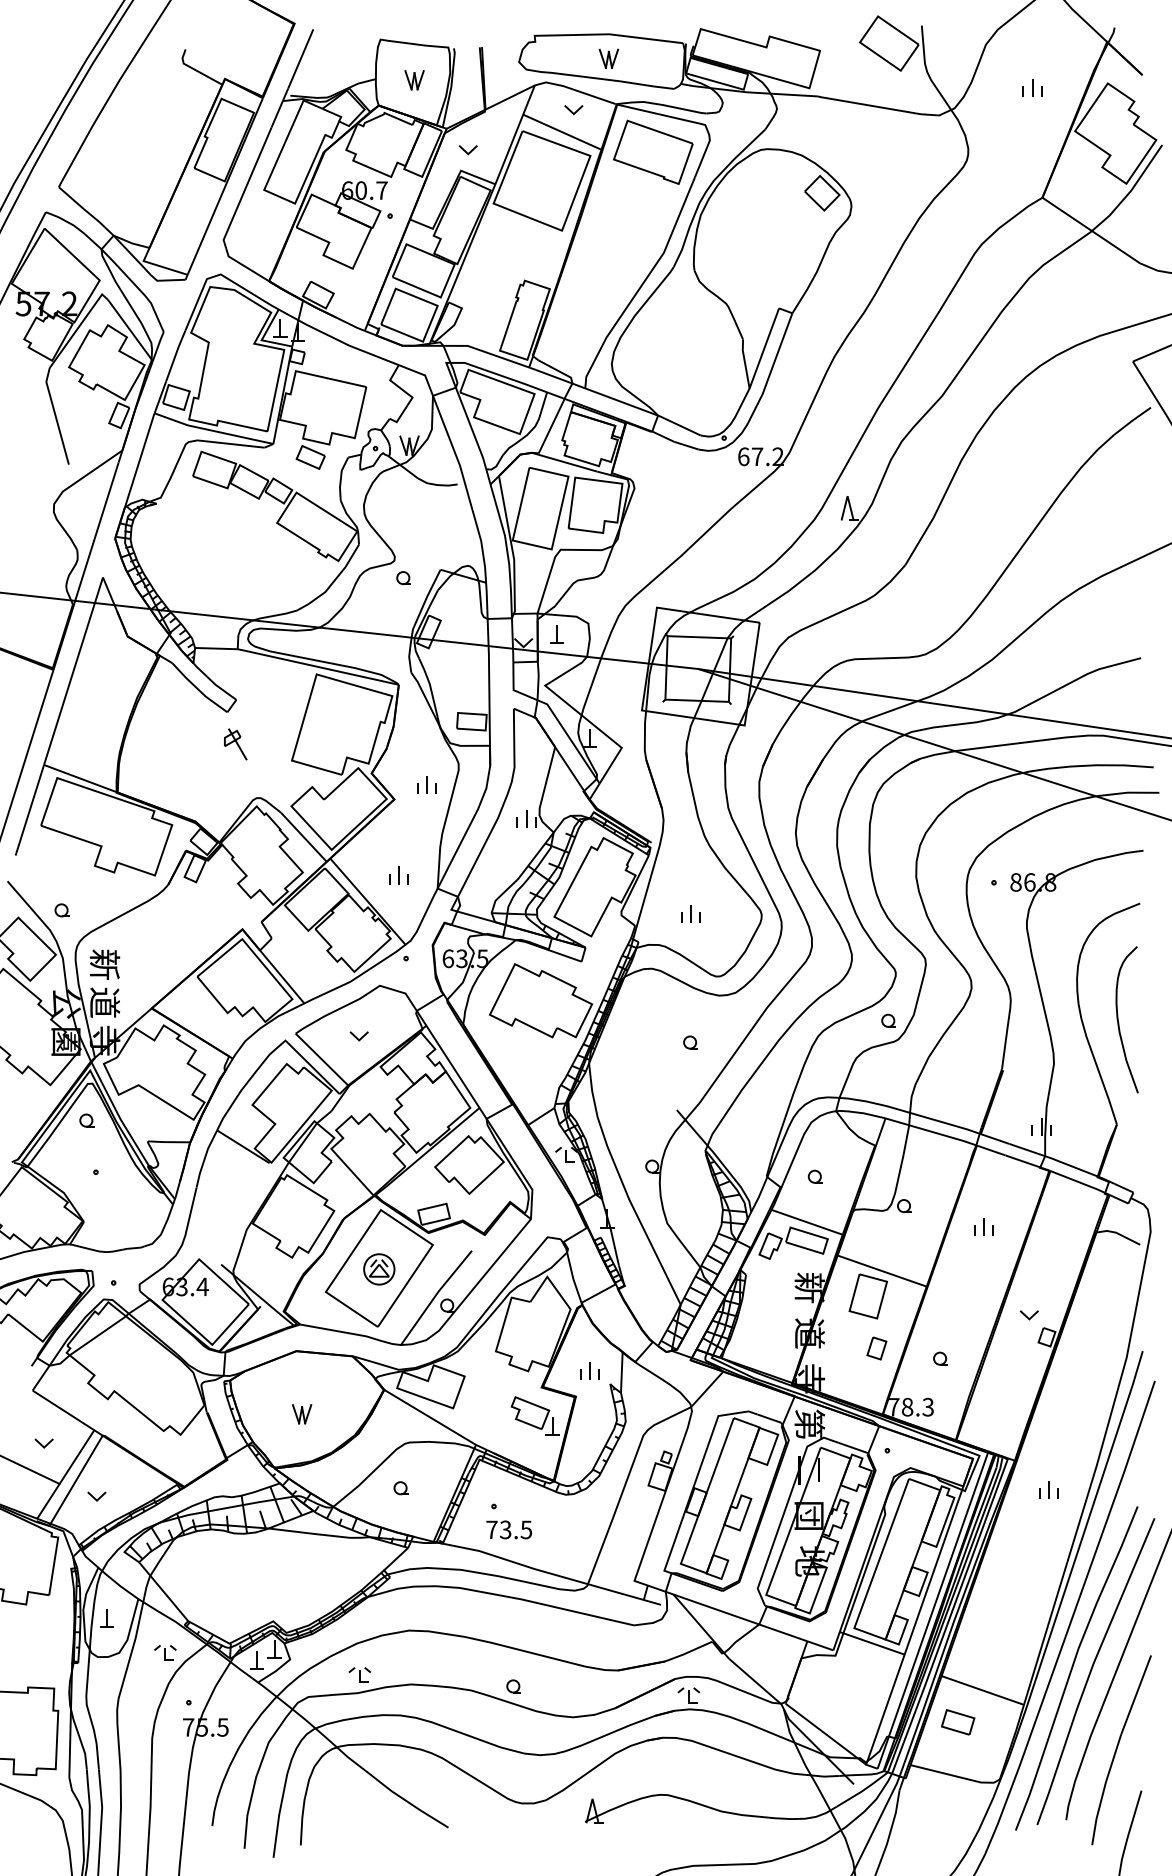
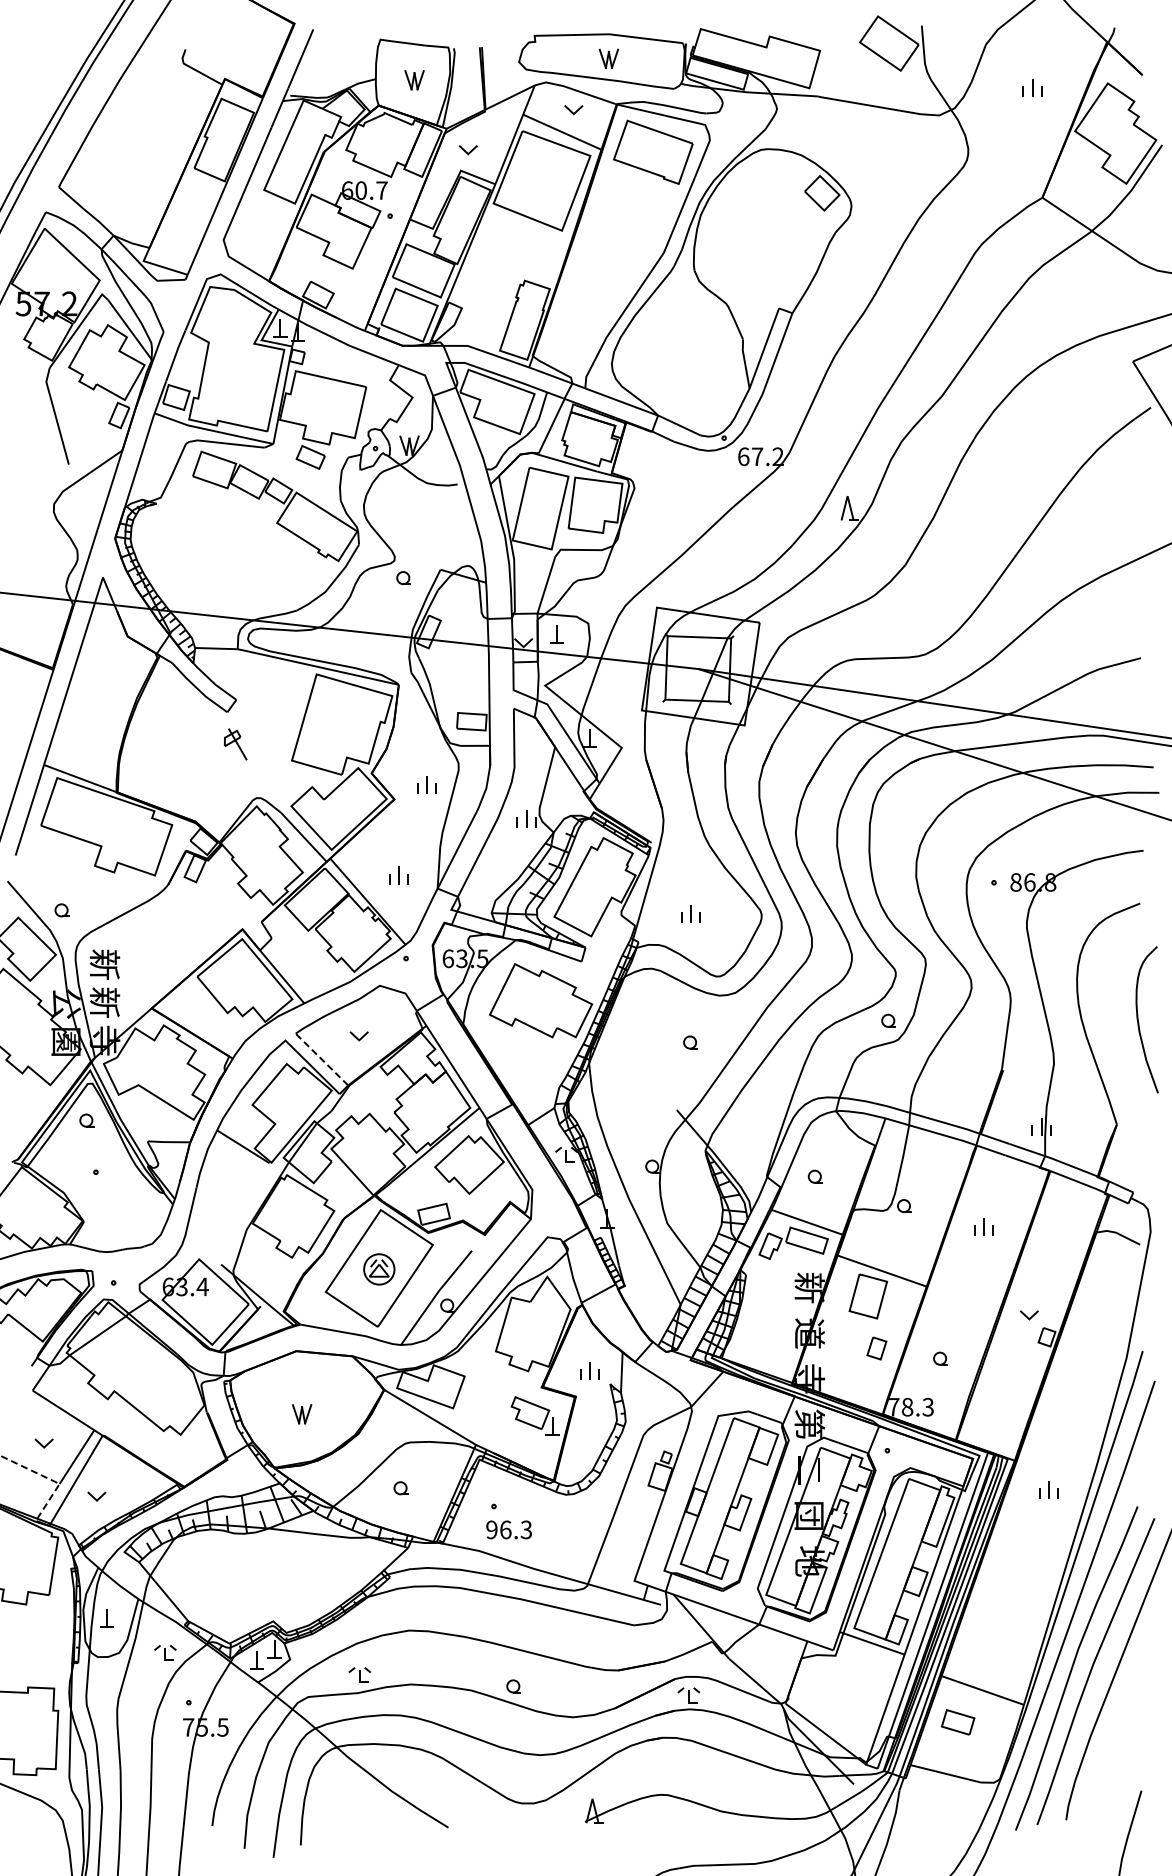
text at (104, 1002): 道 -> 新
curve at (1119, 1022) position: (1119, 1022) -> (1139, 1022)
line at (321, 1059): solid -> dashed
line at (48, 1478): solid -> dashed
text at (509, 1529): 73.5 -> 96.3
part at (1121, 1750): present -> none
